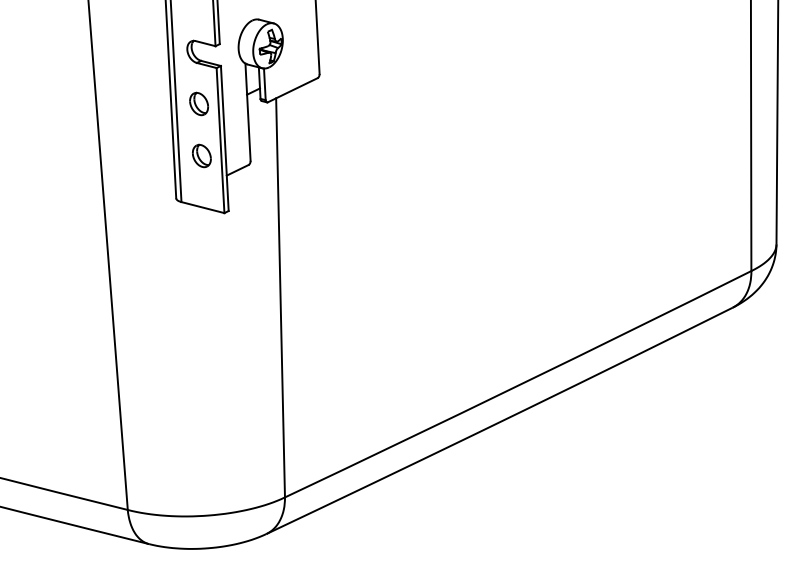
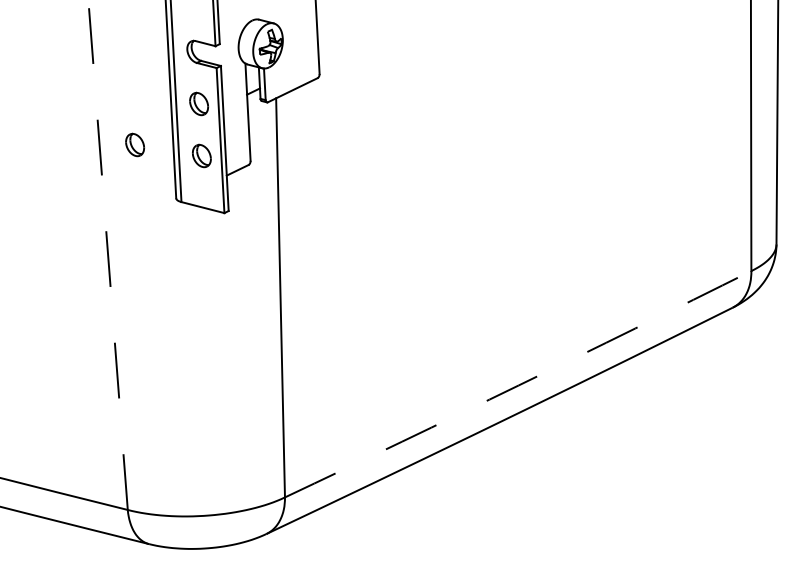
part at (134, 144): none -> present
line at (108, 254): solid -> dashed
arc at (518, 385): solid -> dashed
